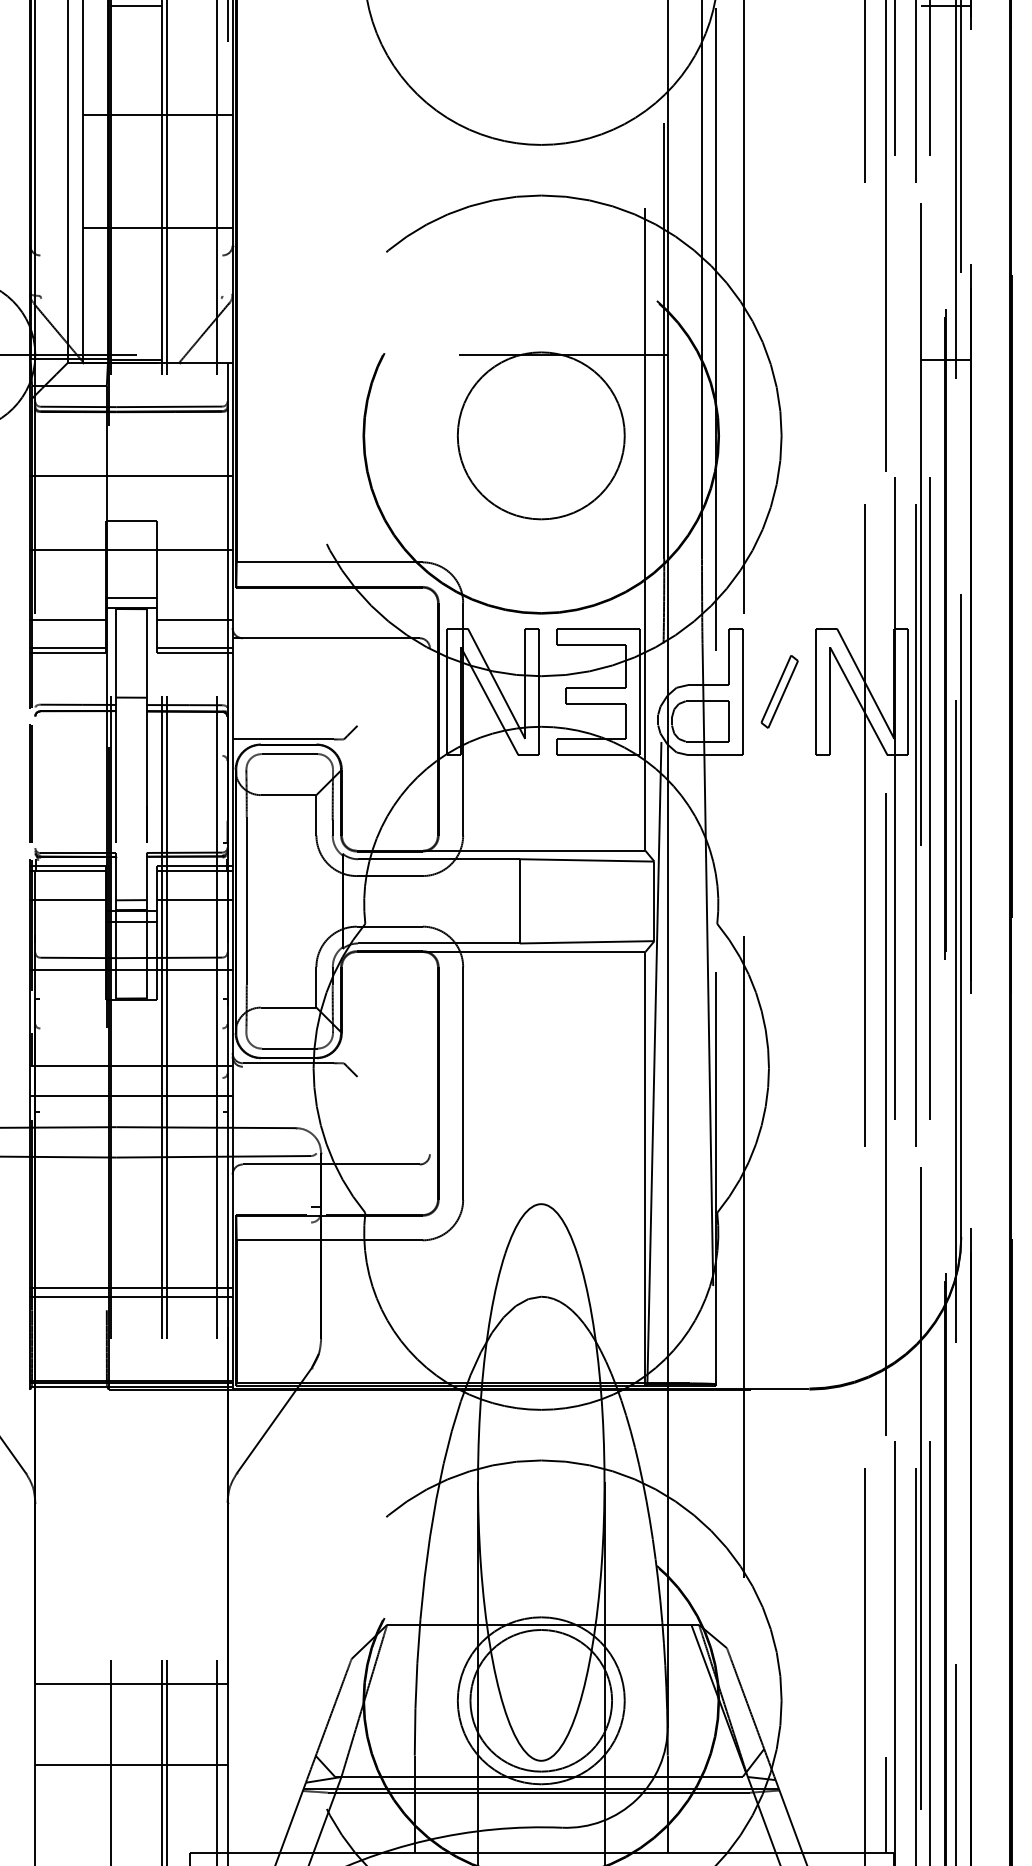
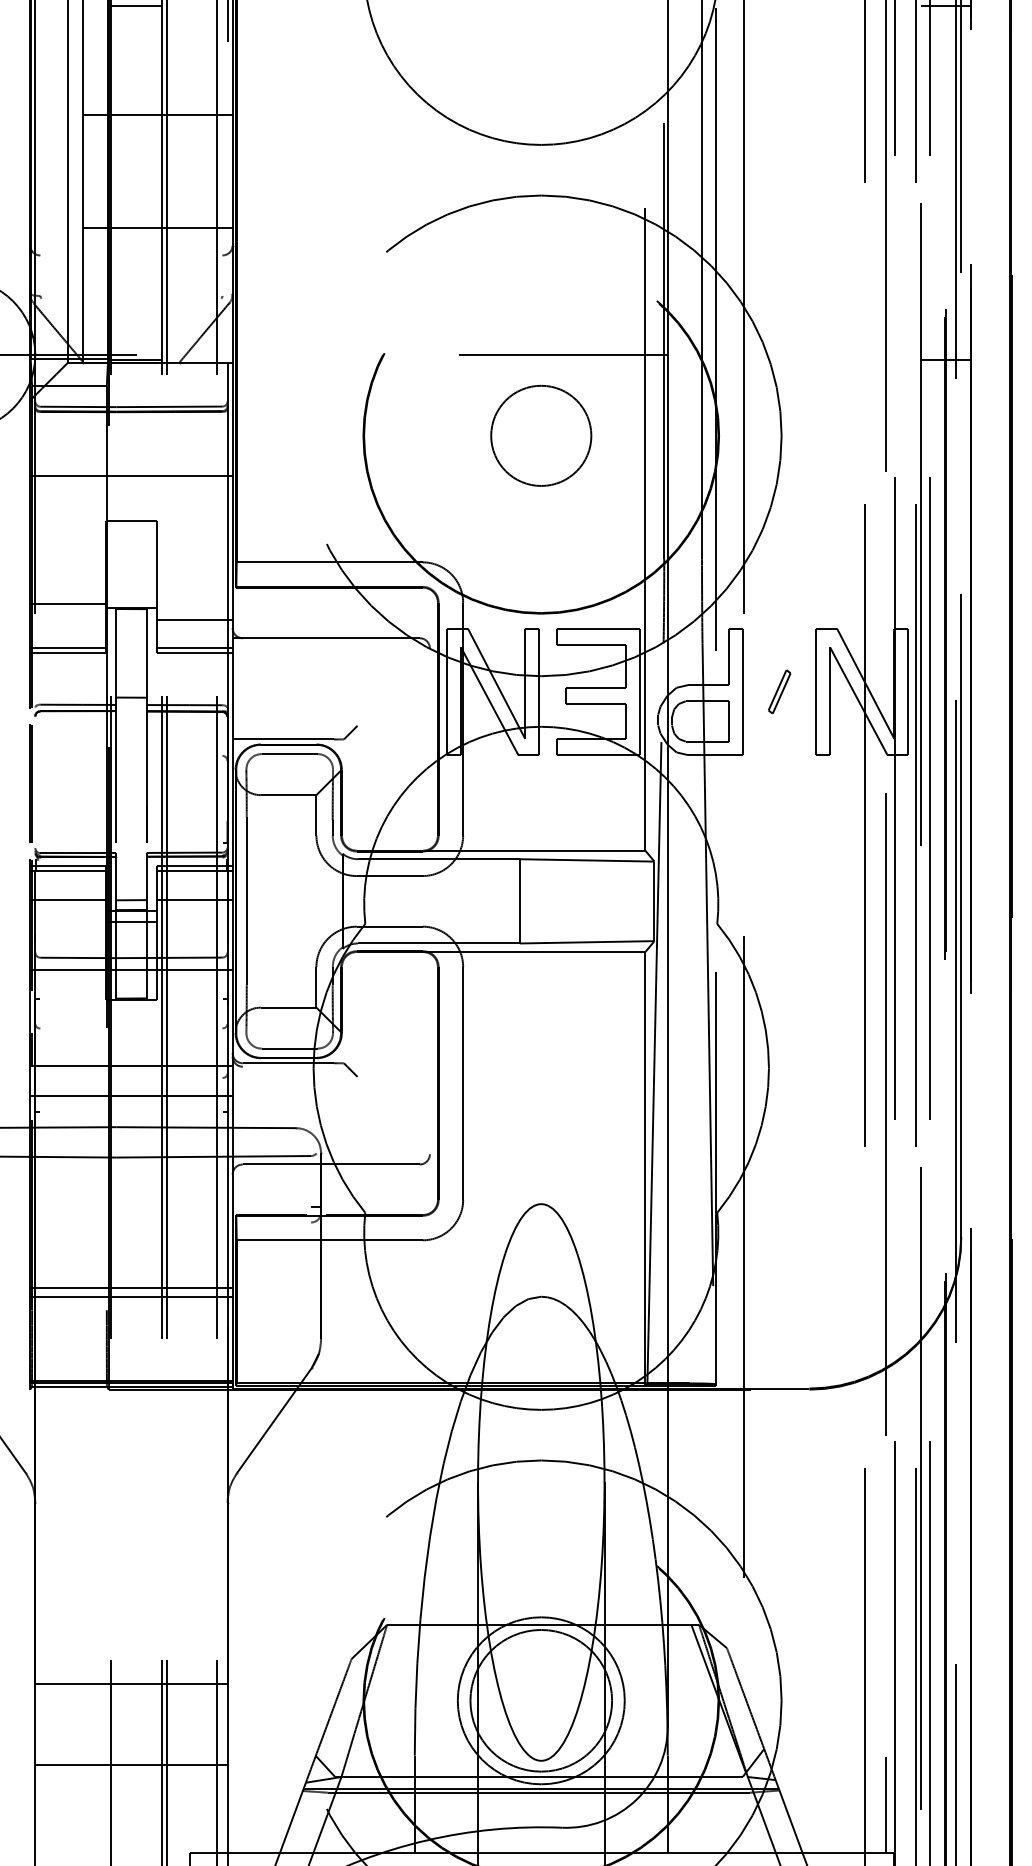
circle at (540, 435) diameter: 167 px -> 100 px
line at (131, 549): present -> none
line at (131, 597): present -> none
line at (68, 619) position: (68, 619) -> (68, 603)
part at (779, 691) size: 39x74 px -> 24x46 px
